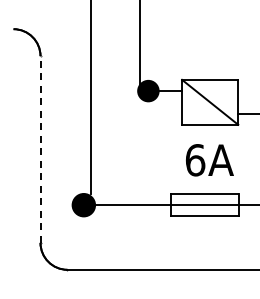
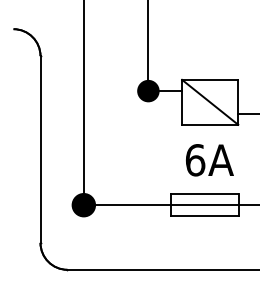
line at (140, 46) position: (140, 46) -> (148, 46)
line at (90, 97) position: (90, 97) -> (83, 97)
line at (40, 149): dashed -> solid
